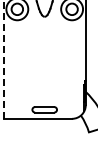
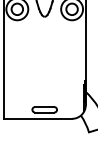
line at (3, 59): dashed -> solid
